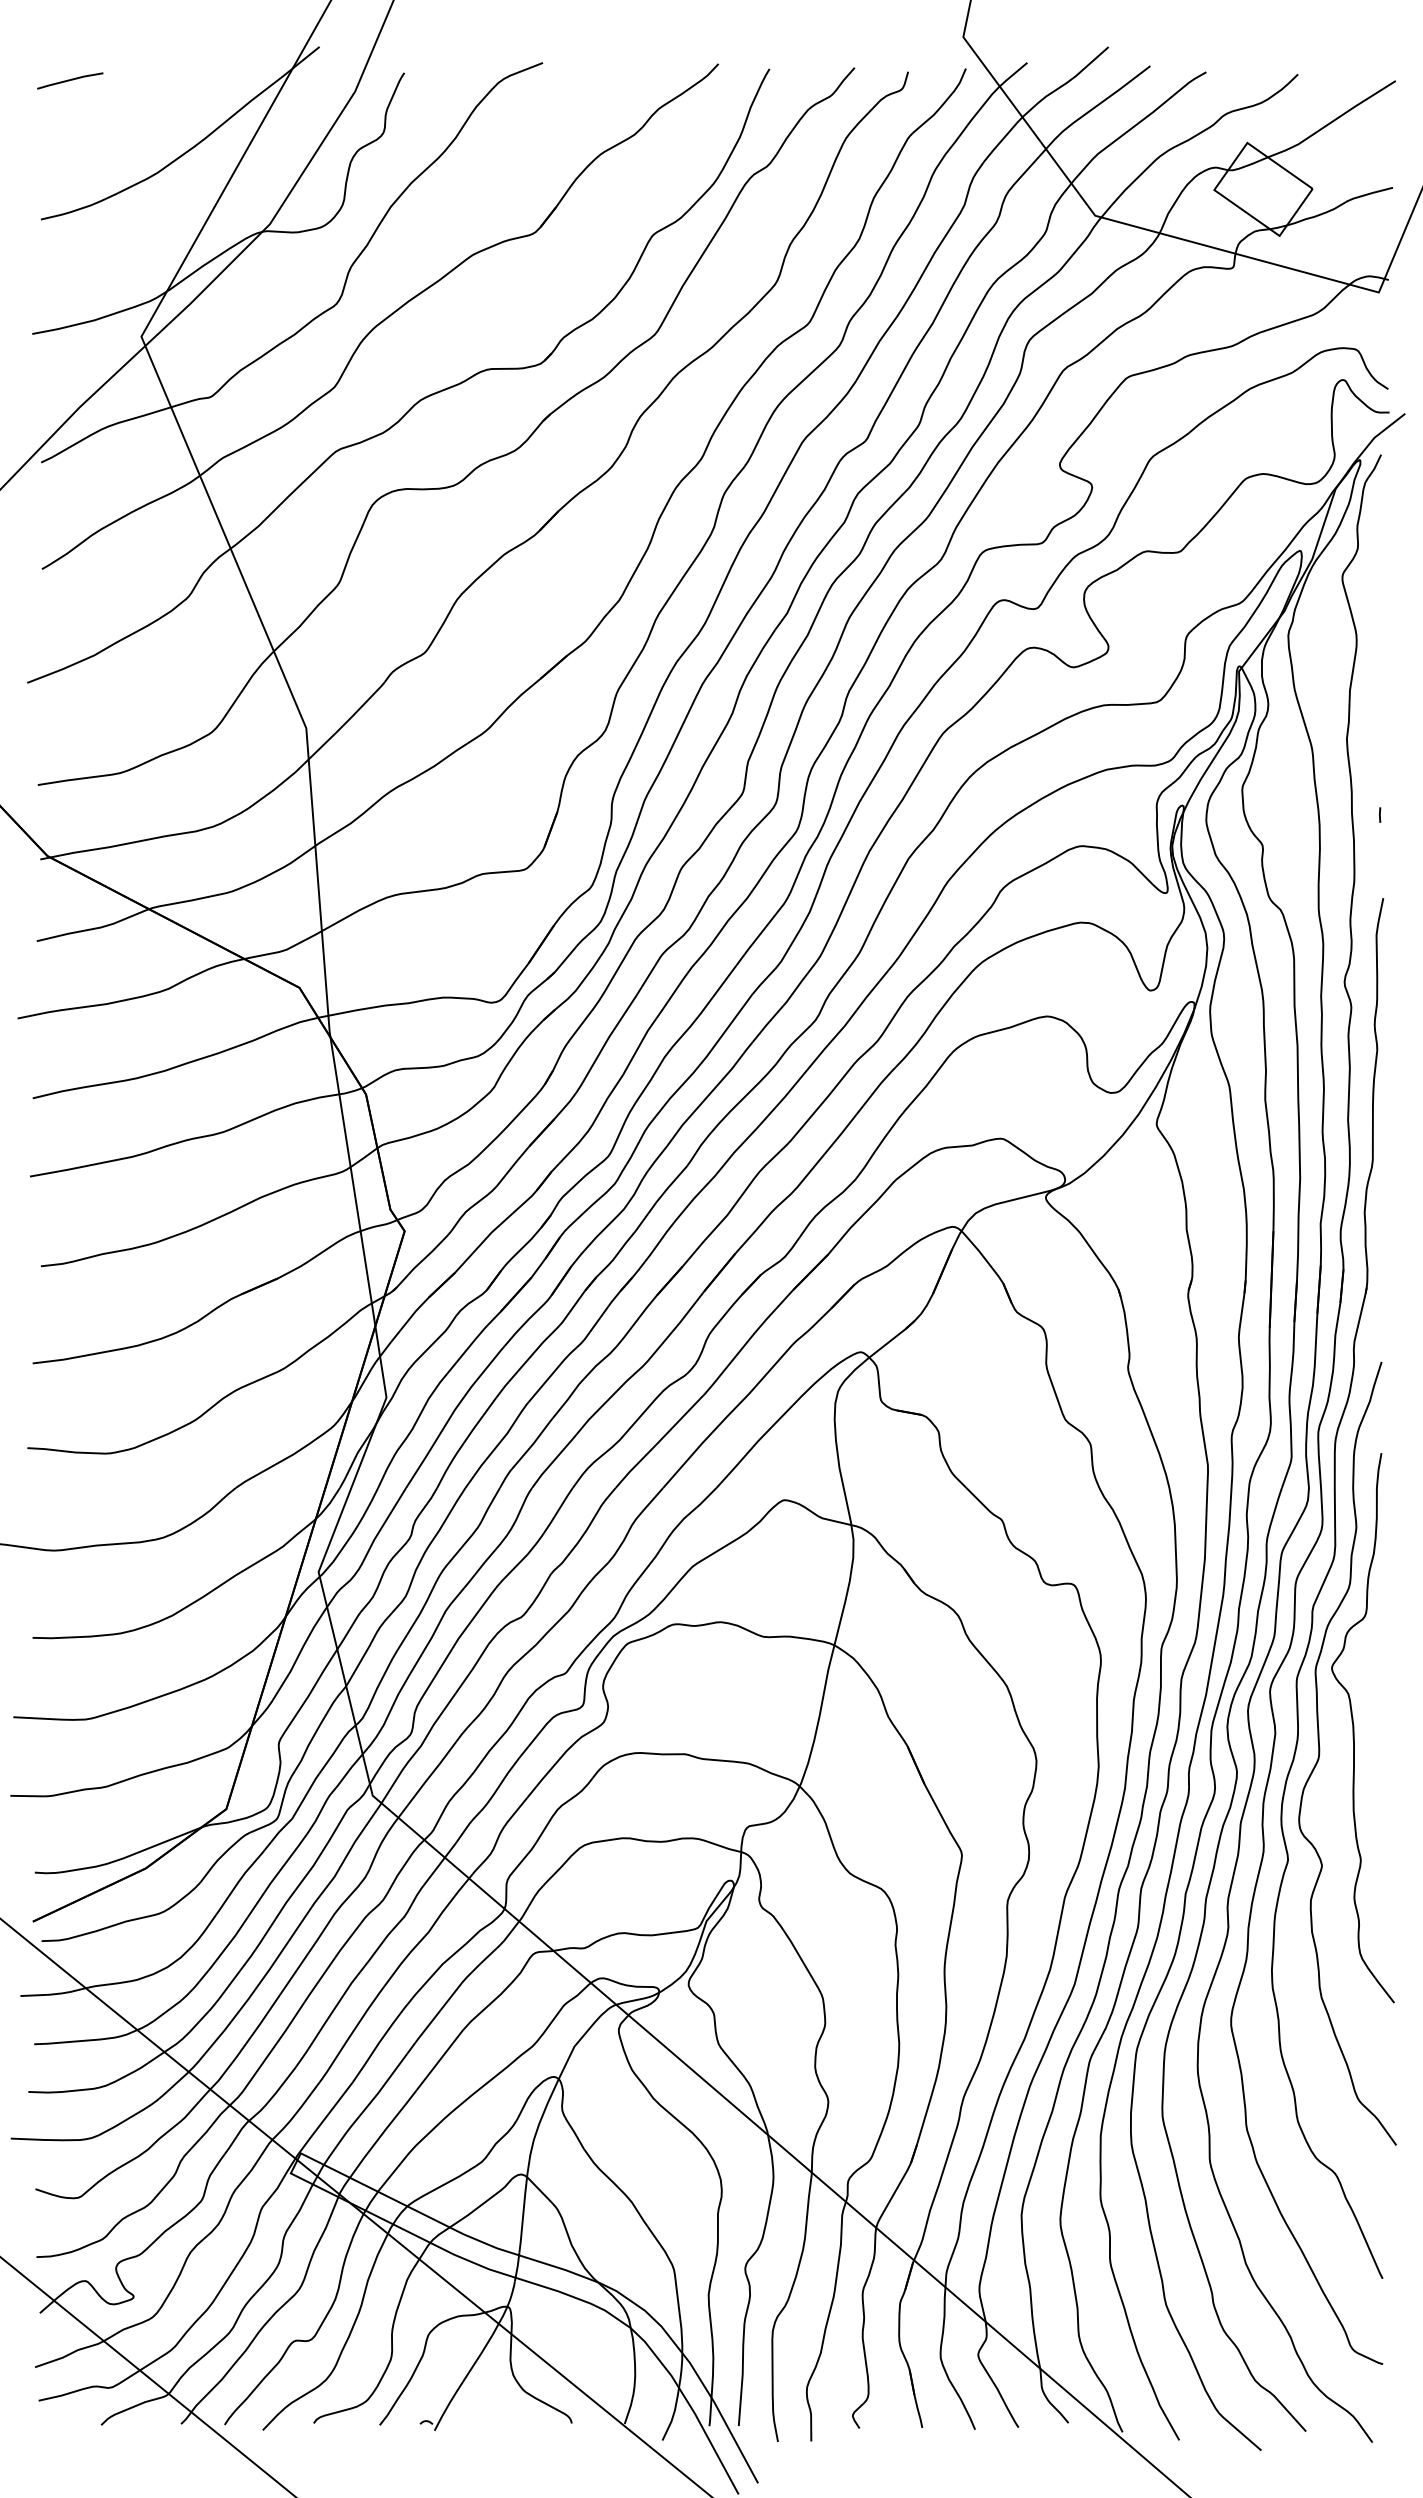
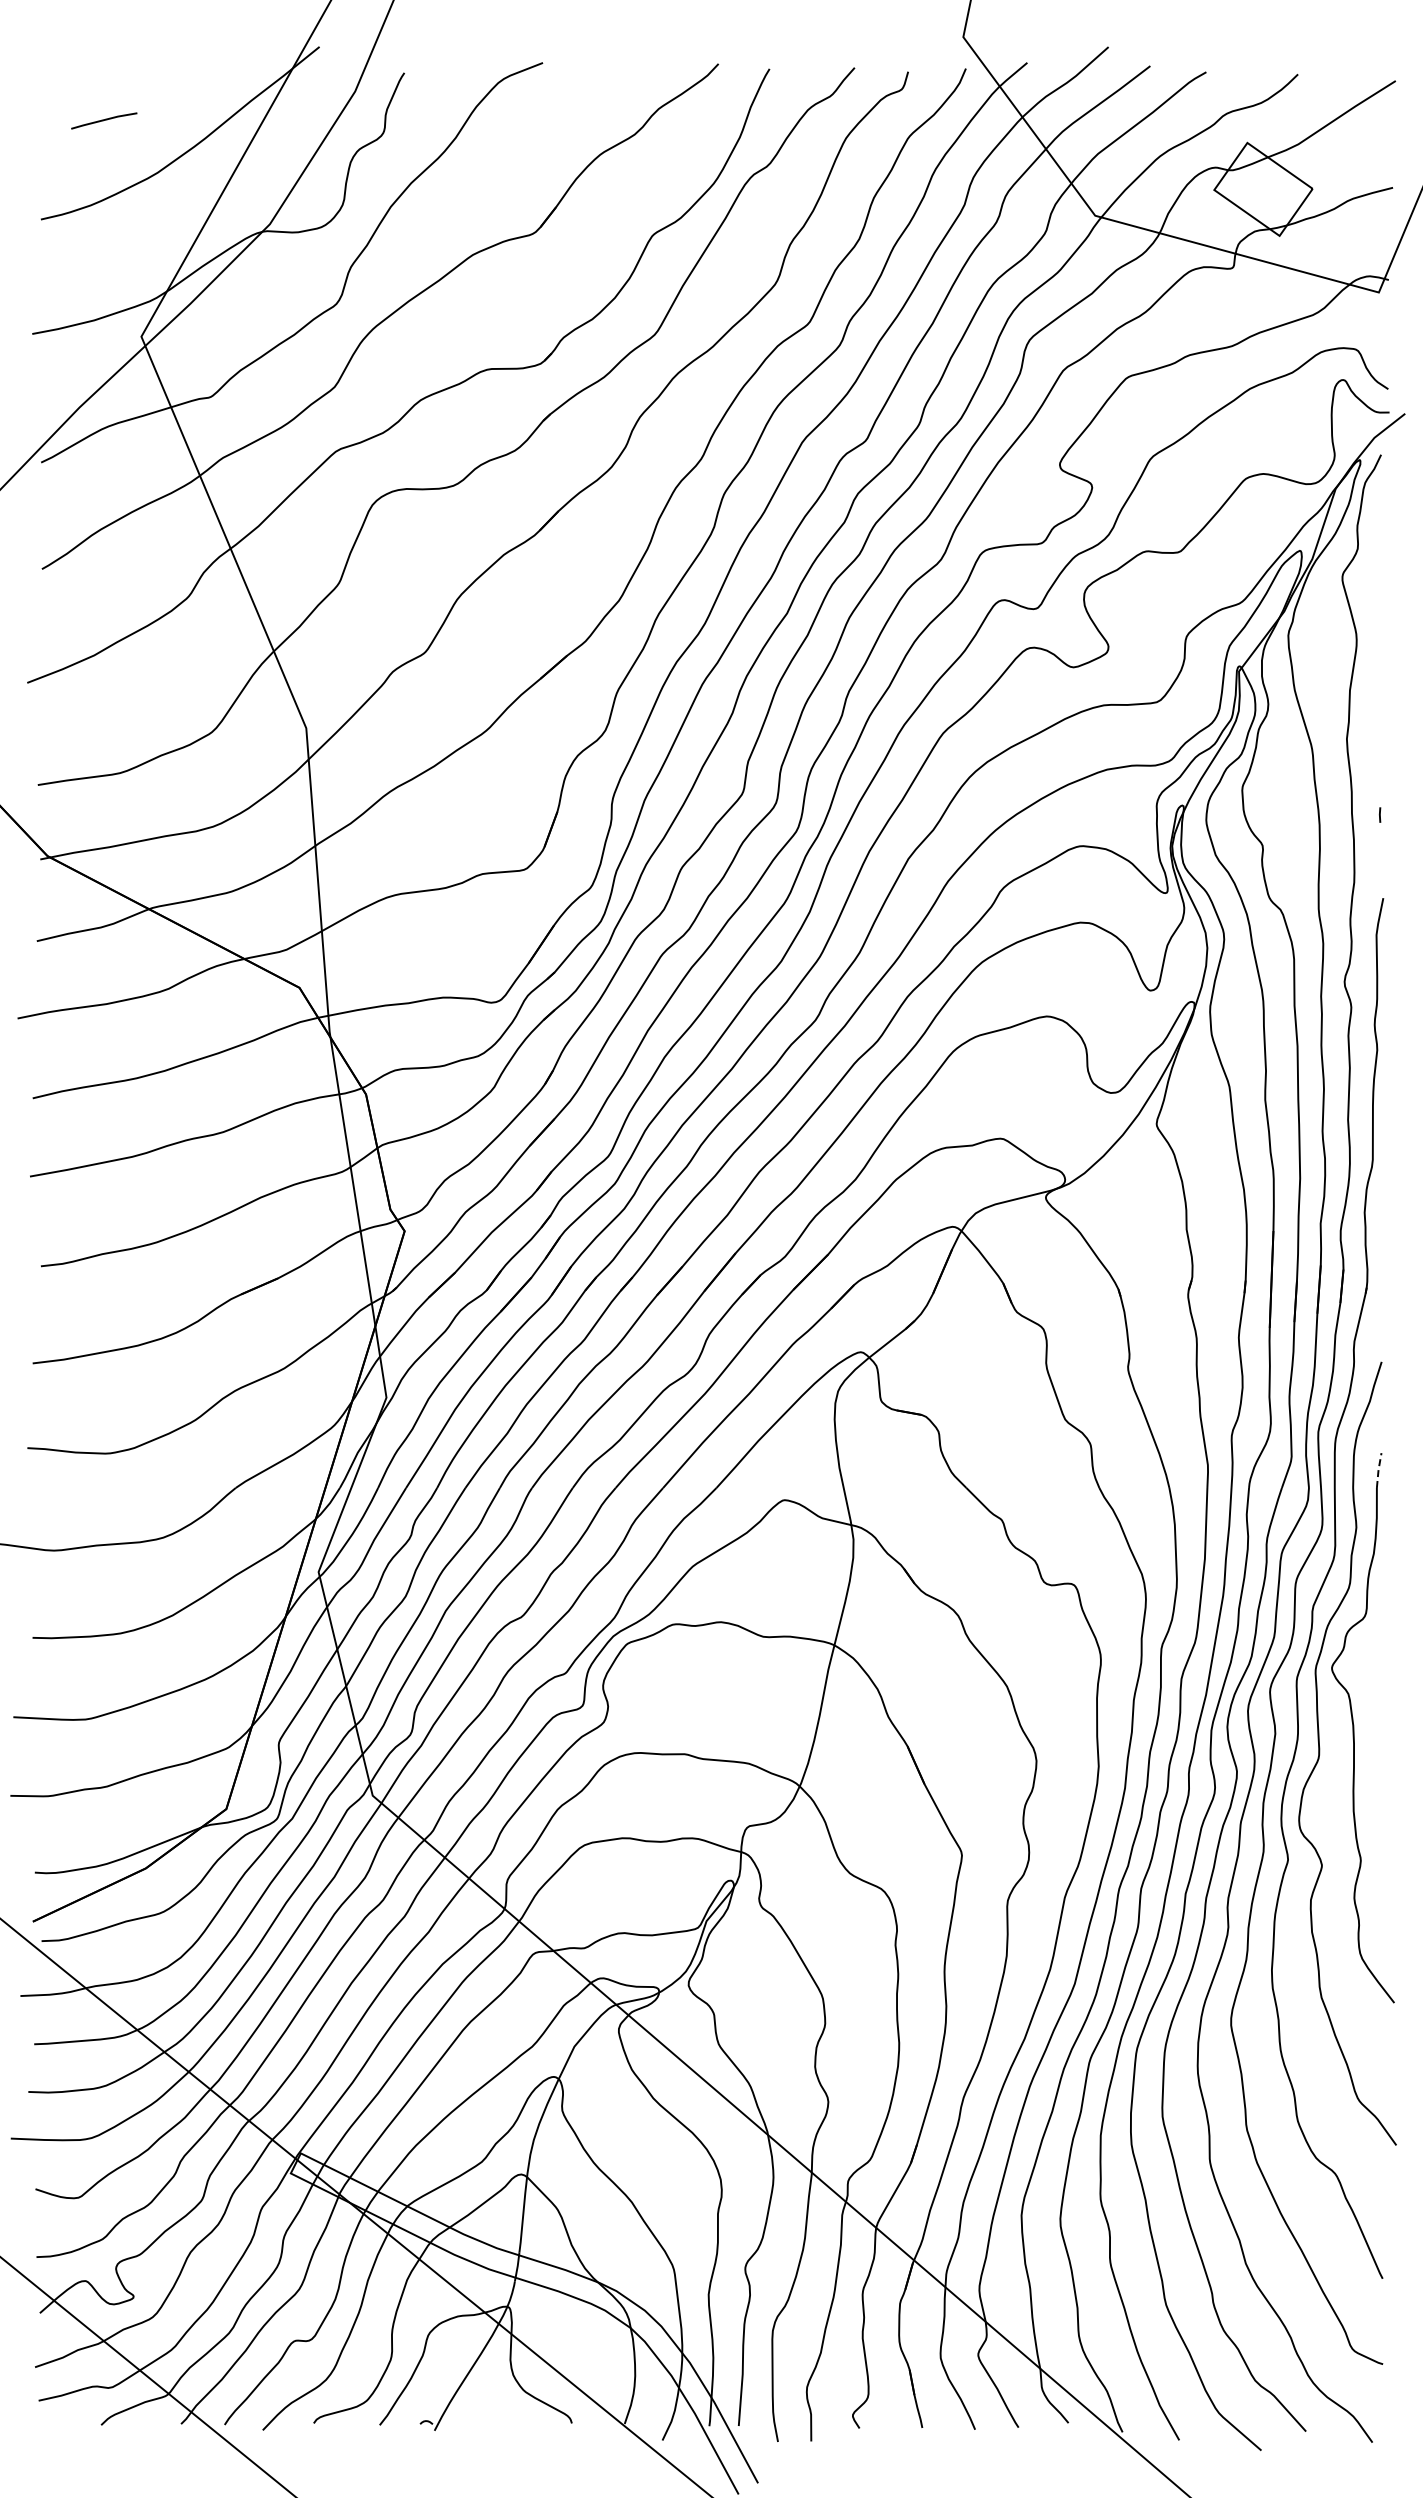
line at (70, 80) position: (70, 80) -> (104, 120)
line at (1378, 1470): solid -> dashed
